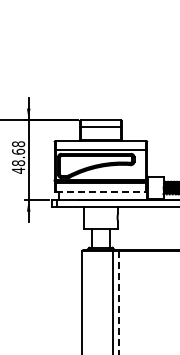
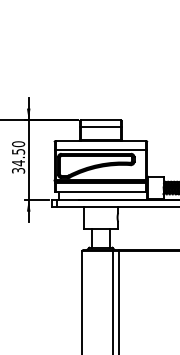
text at (18, 157): 48.68 -> 34.50
line at (101, 191): dashed -> solid
line at (119, 302): dashed -> solid
